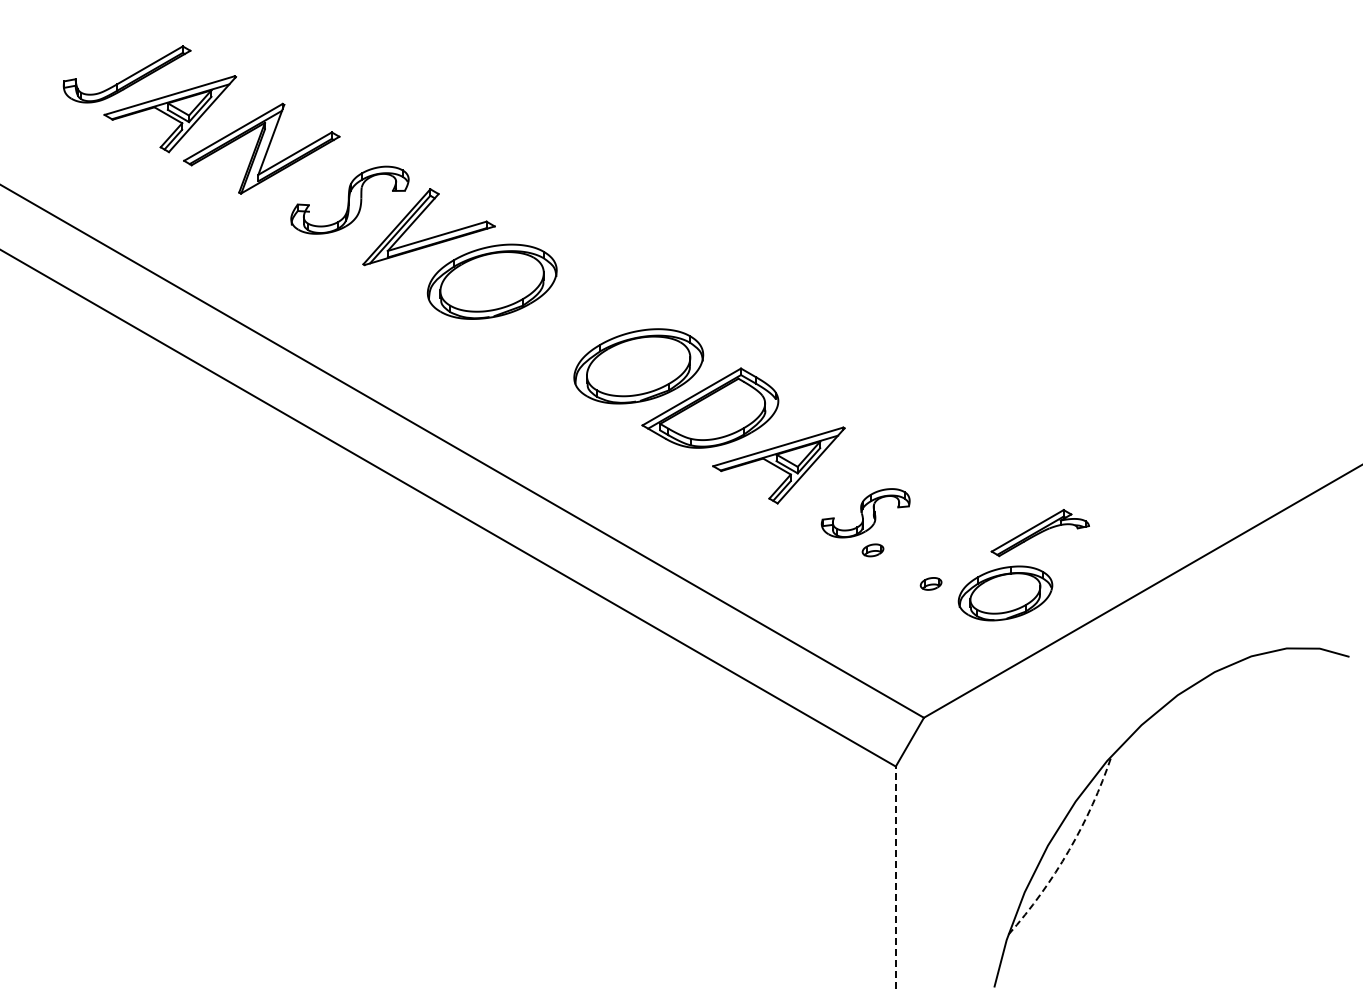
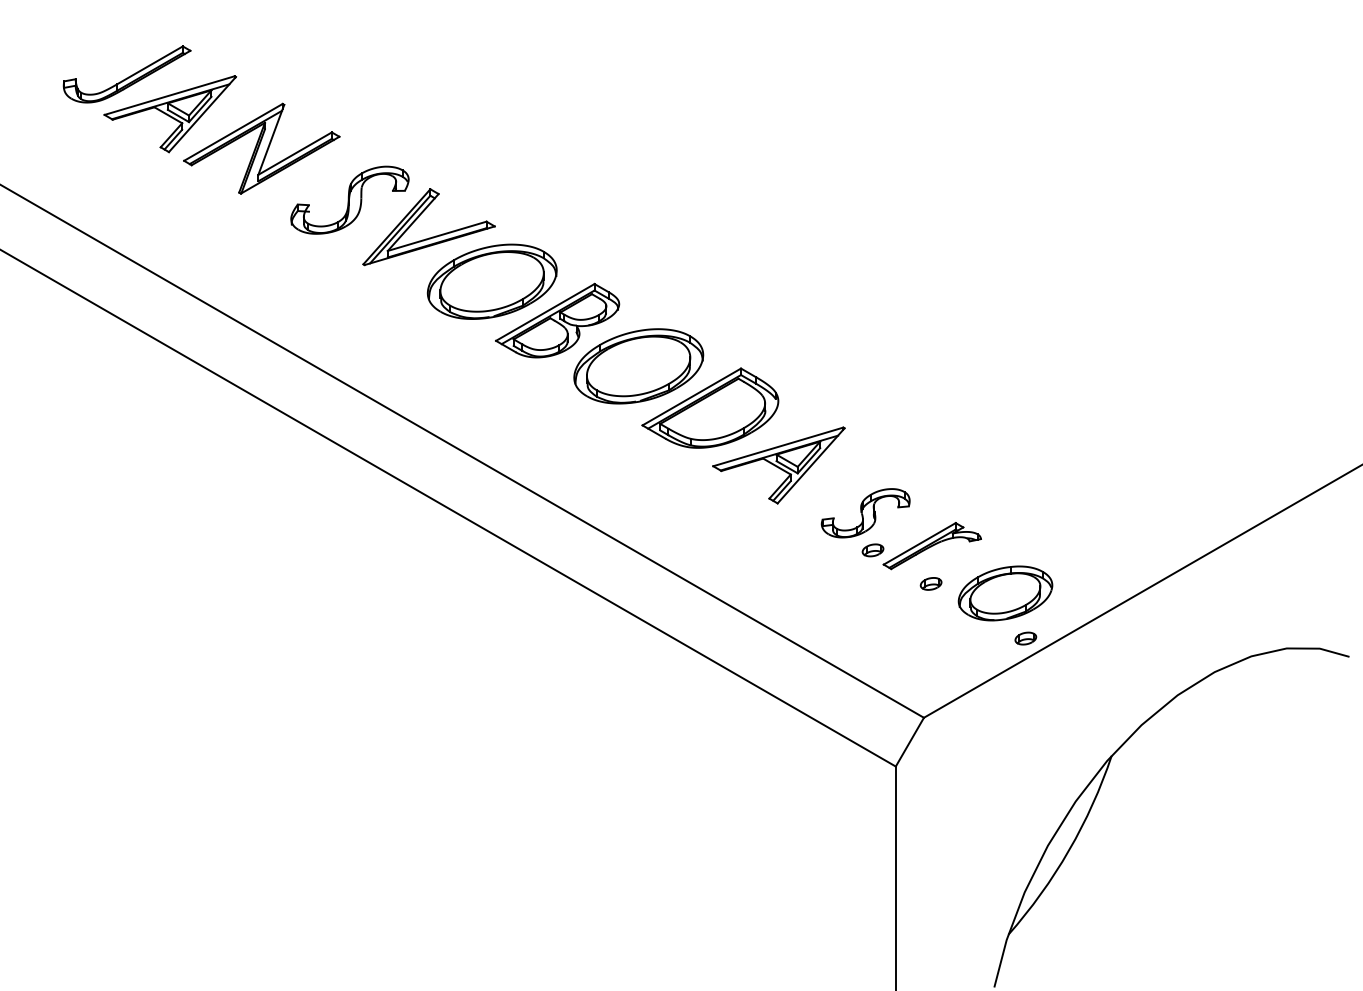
part at (557, 320): none -> present
part at (1039, 533) position: (1039, 533) -> (931, 546)
part at (1025, 638): none -> present
arc at (1069, 850): dashed -> solid
line at (895, 878): dashed -> solid
